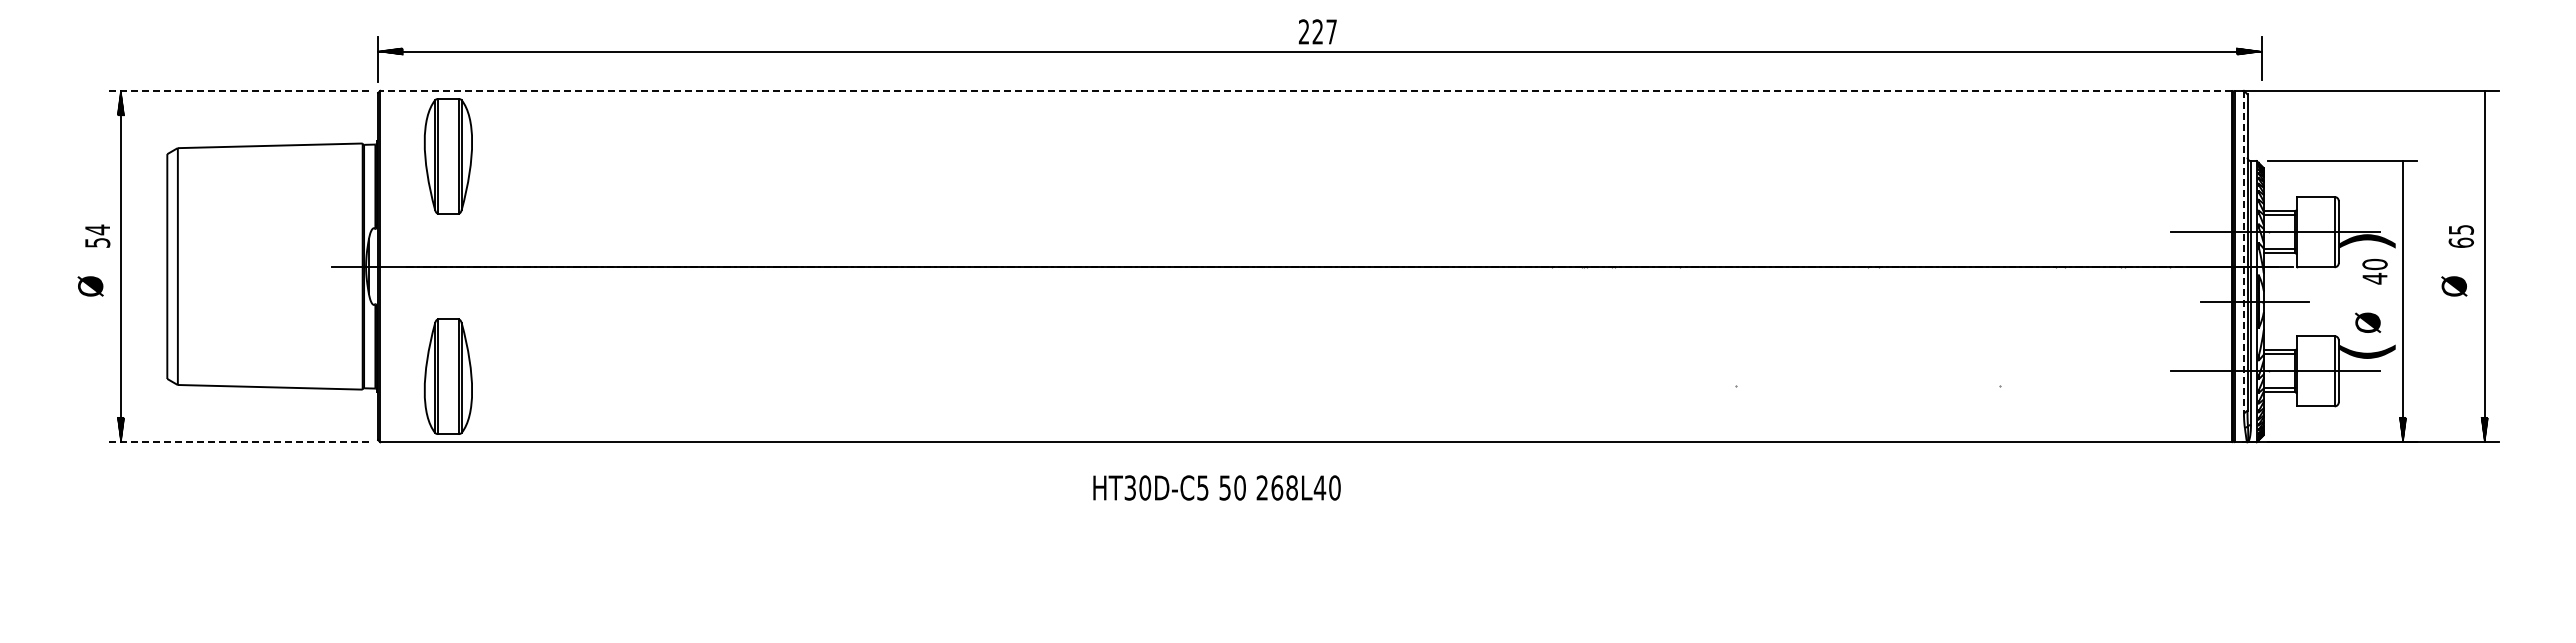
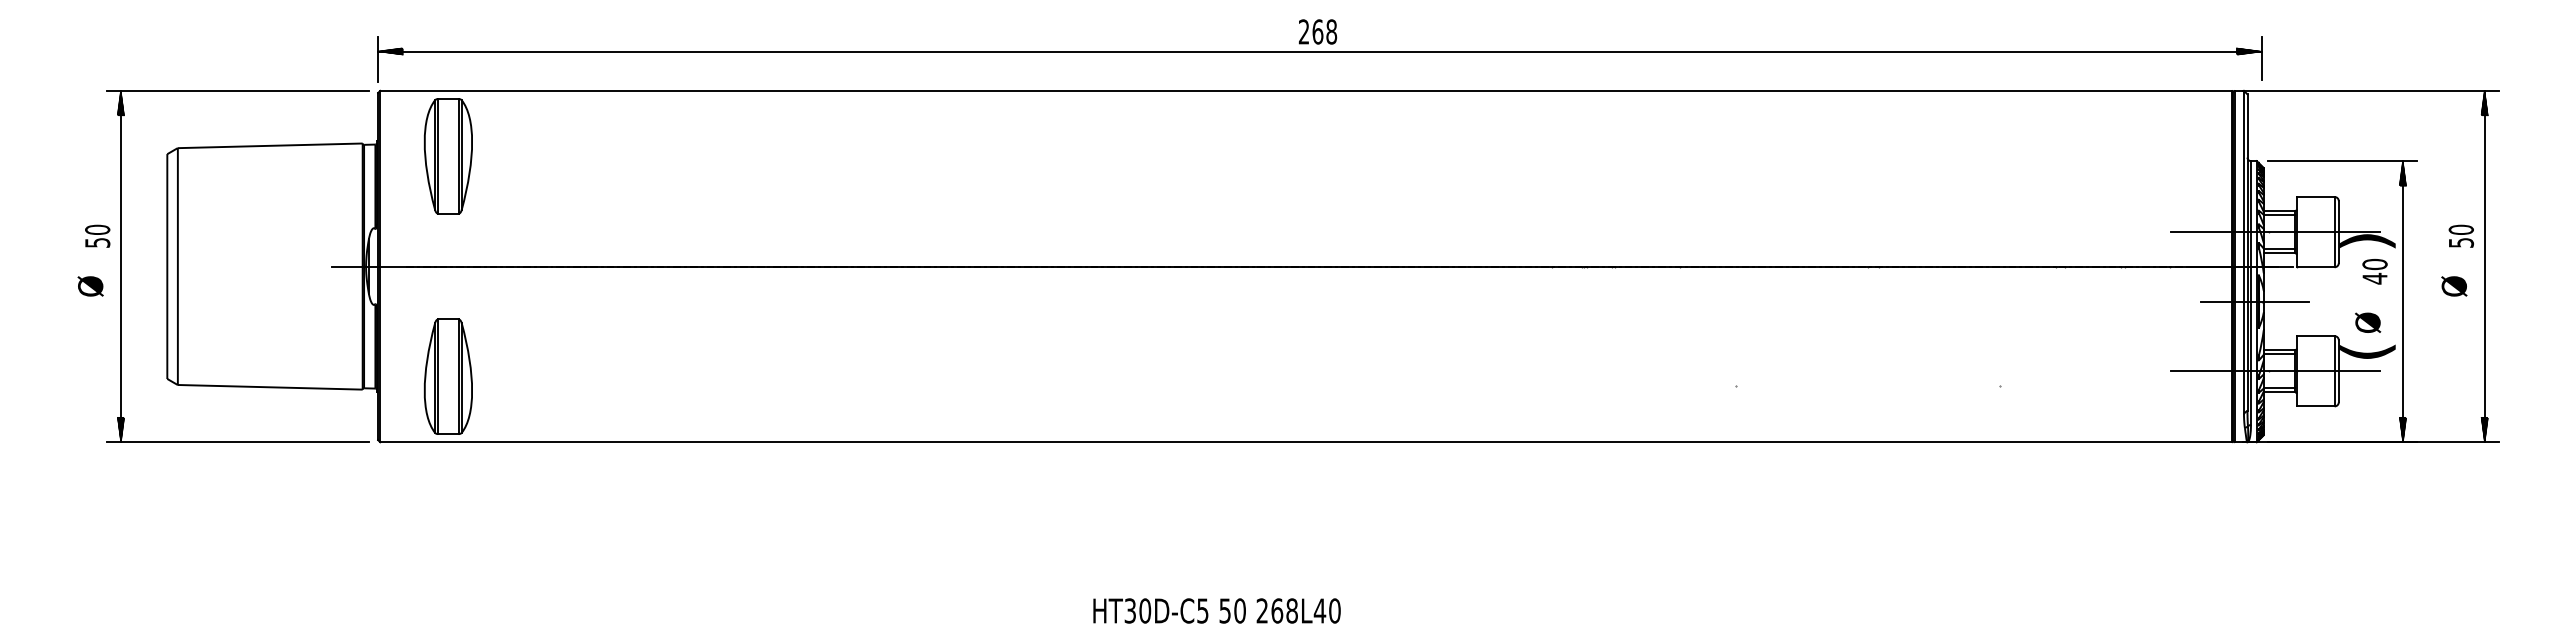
text at (1324, 31): 227 -> 268
line at (237, 90): dashed -> solid
line at (1306, 90): dashed -> solid
hatch at (2484, 103): none -> present
hatch at (2402, 173): none -> present
text at (97, 229): 54 -> 50
text at (2460, 235): 65 -> 50
line at (2243, 252): dashed -> solid
line at (237, 442): dashed -> solid
text at (1216, 487) position: (1216, 487) -> (1216, 610)
